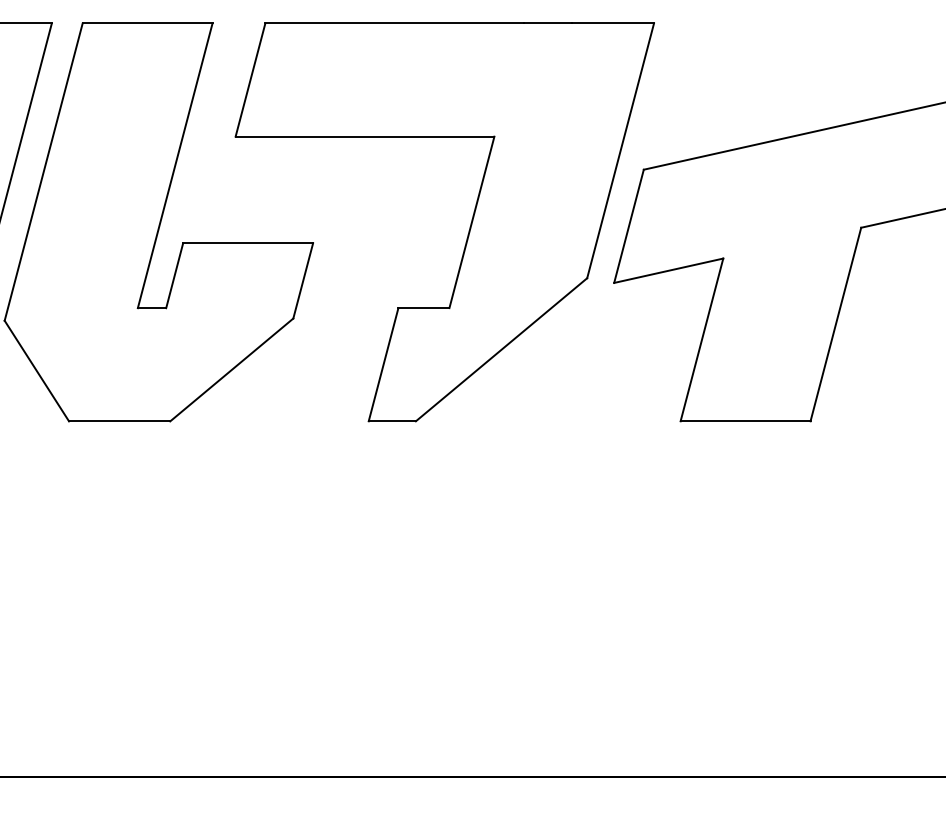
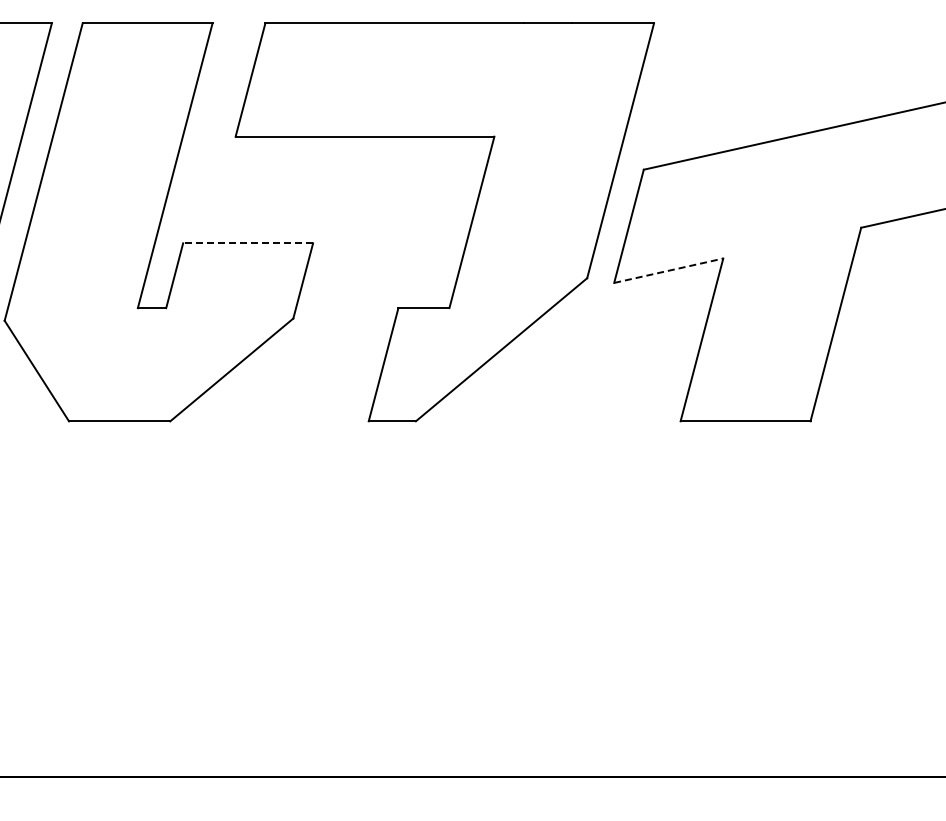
line at (248, 243): solid -> dashed
line at (668, 270): solid -> dashed
